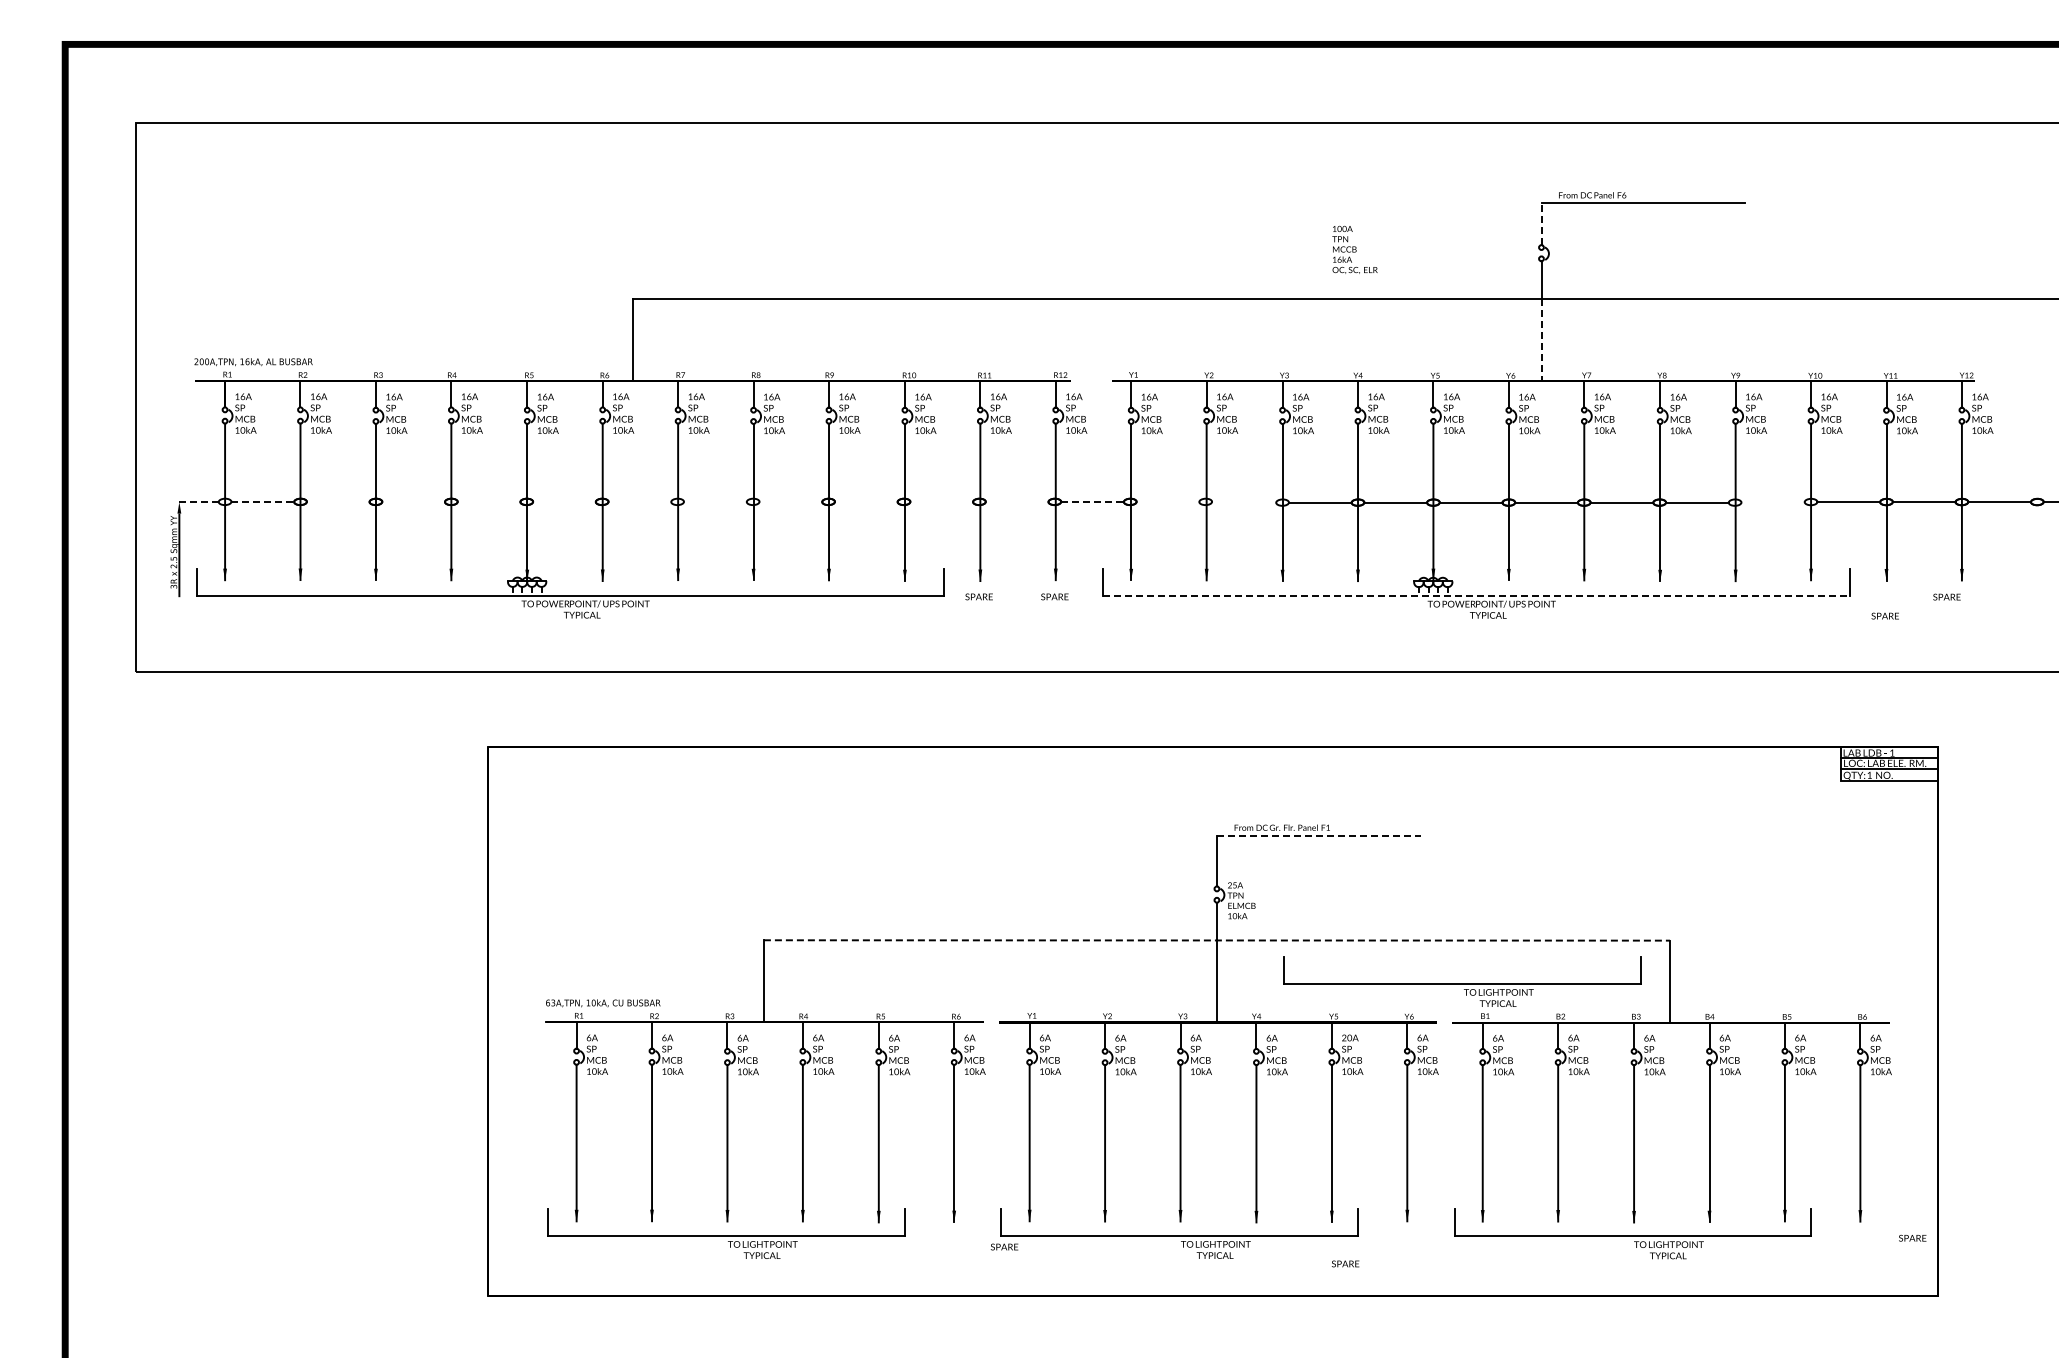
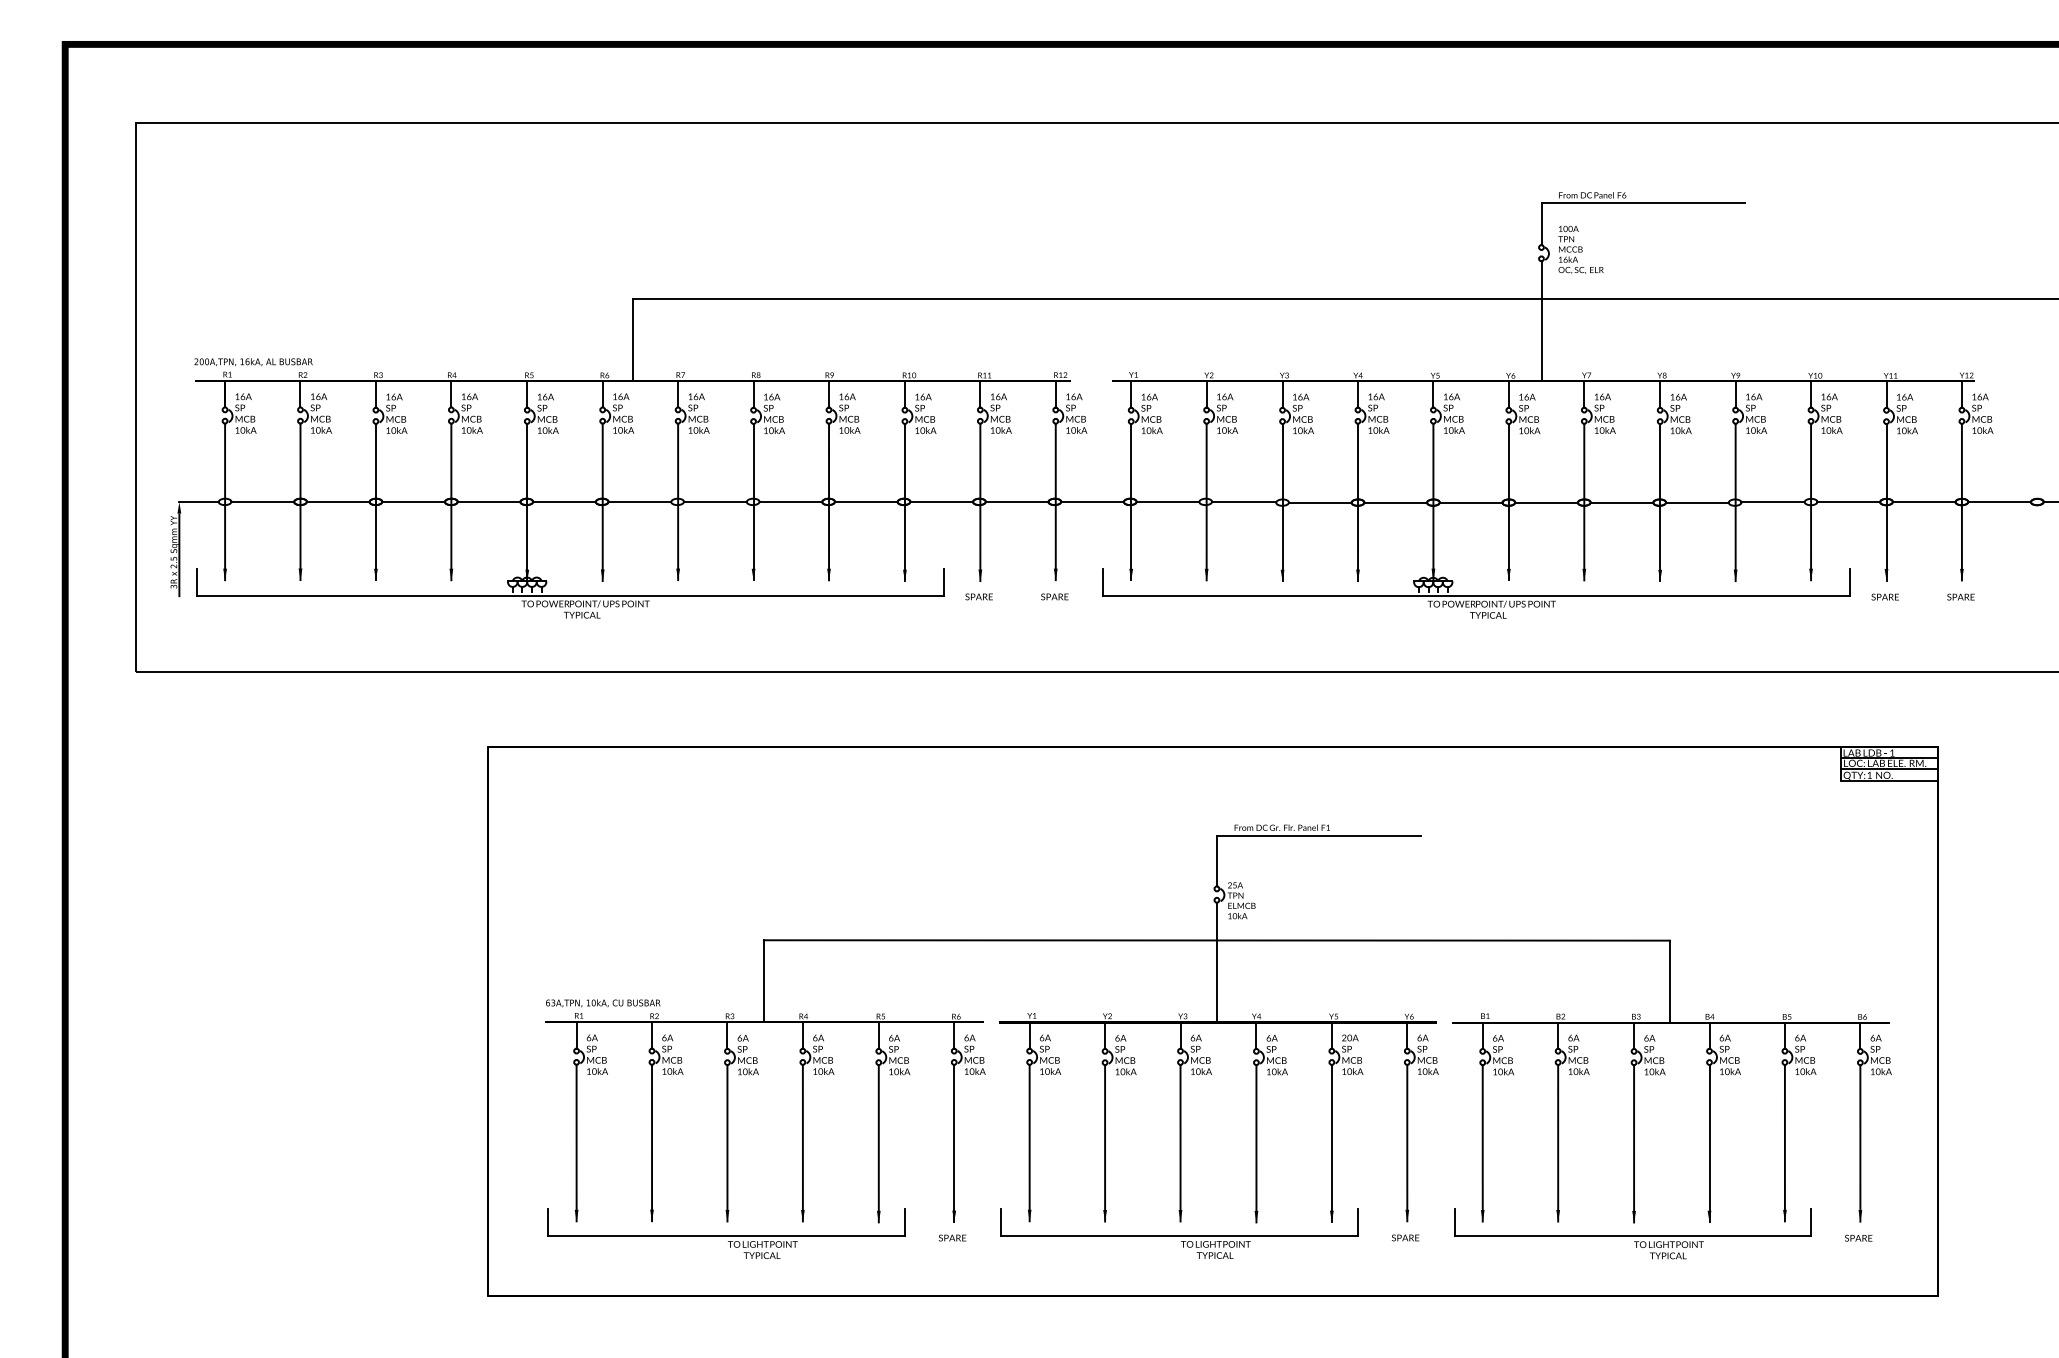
line at (1541, 224): dashed -> solid
text at (1354, 249) position: (1354, 249) -> (1580, 249)
line at (1541, 340): dashed -> solid
line at (199, 501): dashed -> solid
line at (263, 501): dashed -> solid
line at (337, 501): none -> present
line at (413, 501): none -> present
line at (488, 501): none -> present
line at (564, 501): none -> present
line at (639, 501): none -> present
line at (714, 501): none -> present
line at (790, 501): none -> present
line at (865, 501): none -> present
line at (941, 501): none -> present
line at (1016, 501): none -> present
line at (1093, 501): dashed -> solid
line at (1167, 501): none -> present
line at (1243, 502): none -> present
line at (1772, 502): none -> present
line at (1477, 595): dashed -> solid
text at (1946, 596) position: (1946, 596) -> (1960, 596)
text at (1884, 615) position: (1884, 615) -> (1884, 596)
line at (1318, 835): dashed -> solid
line at (1217, 940): dashed -> solid
part at (1462, 981): present -> none
text at (1912, 1237) position: (1912, 1237) -> (1858, 1237)
text at (1004, 1246) position: (1004, 1246) -> (952, 1237)
text at (1345, 1263) position: (1345, 1263) -> (1405, 1237)
